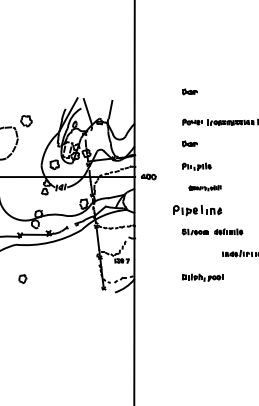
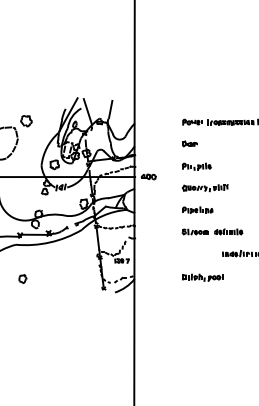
part at (189, 91): present -> none
part at (204, 188) size: 34x7 px -> 48x9 px
part at (197, 210) size: 50x12 px -> 32x8 px
